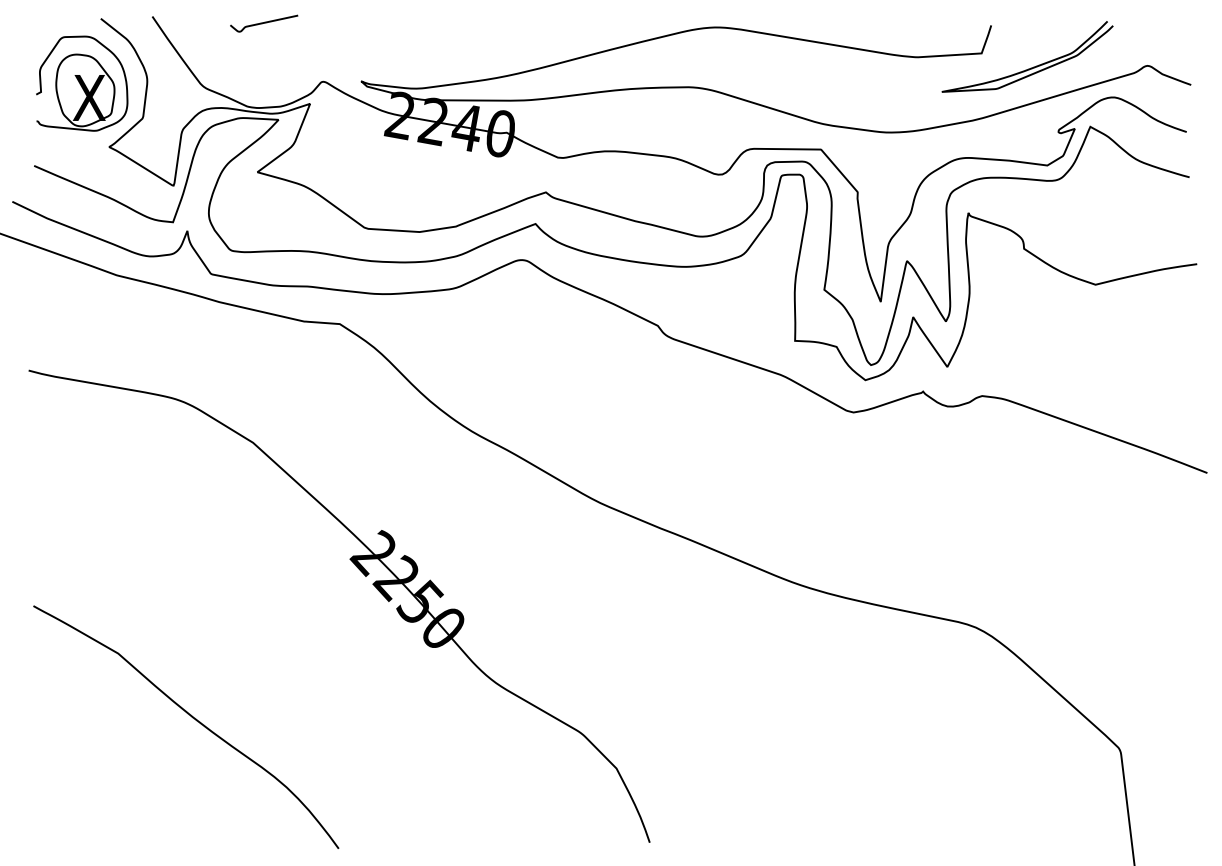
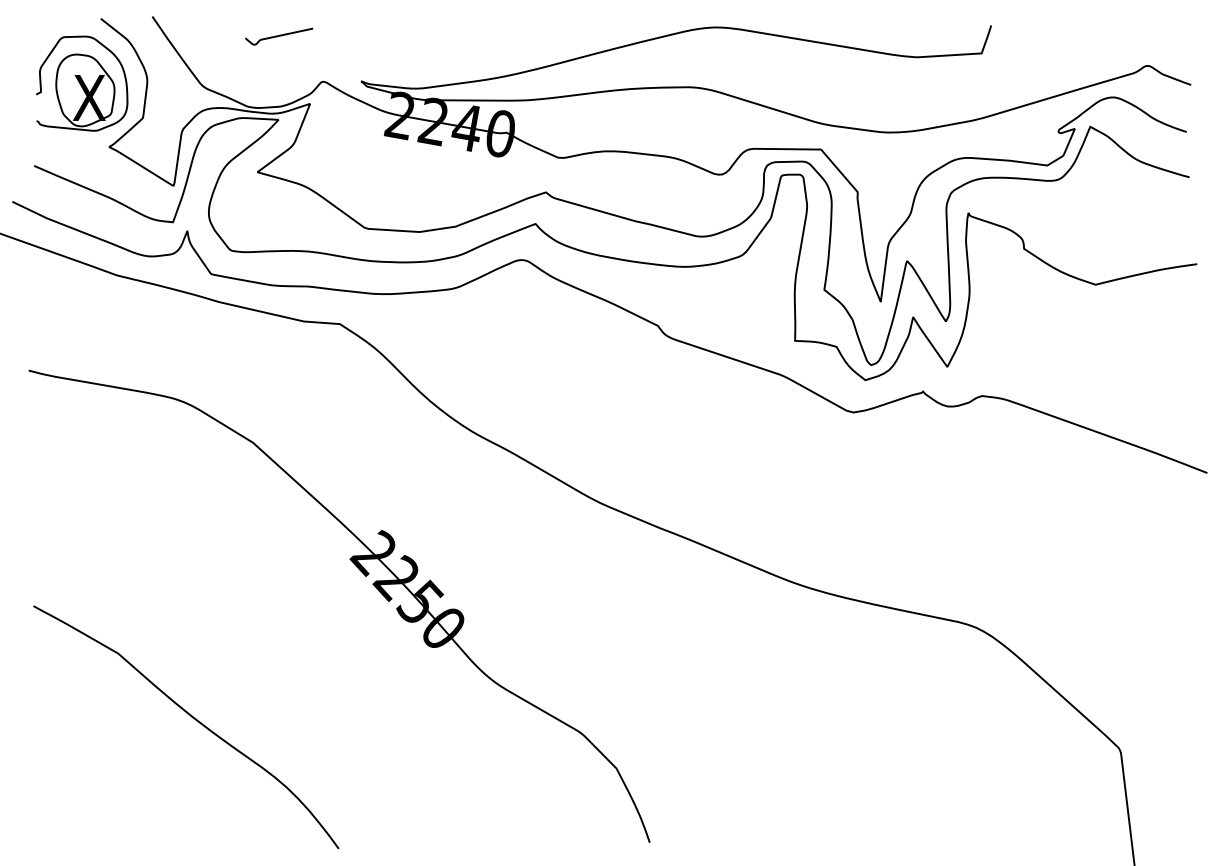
curve at (264, 23) position: (264, 23) -> (279, 36)
curve at (1030, 67): present -> none
